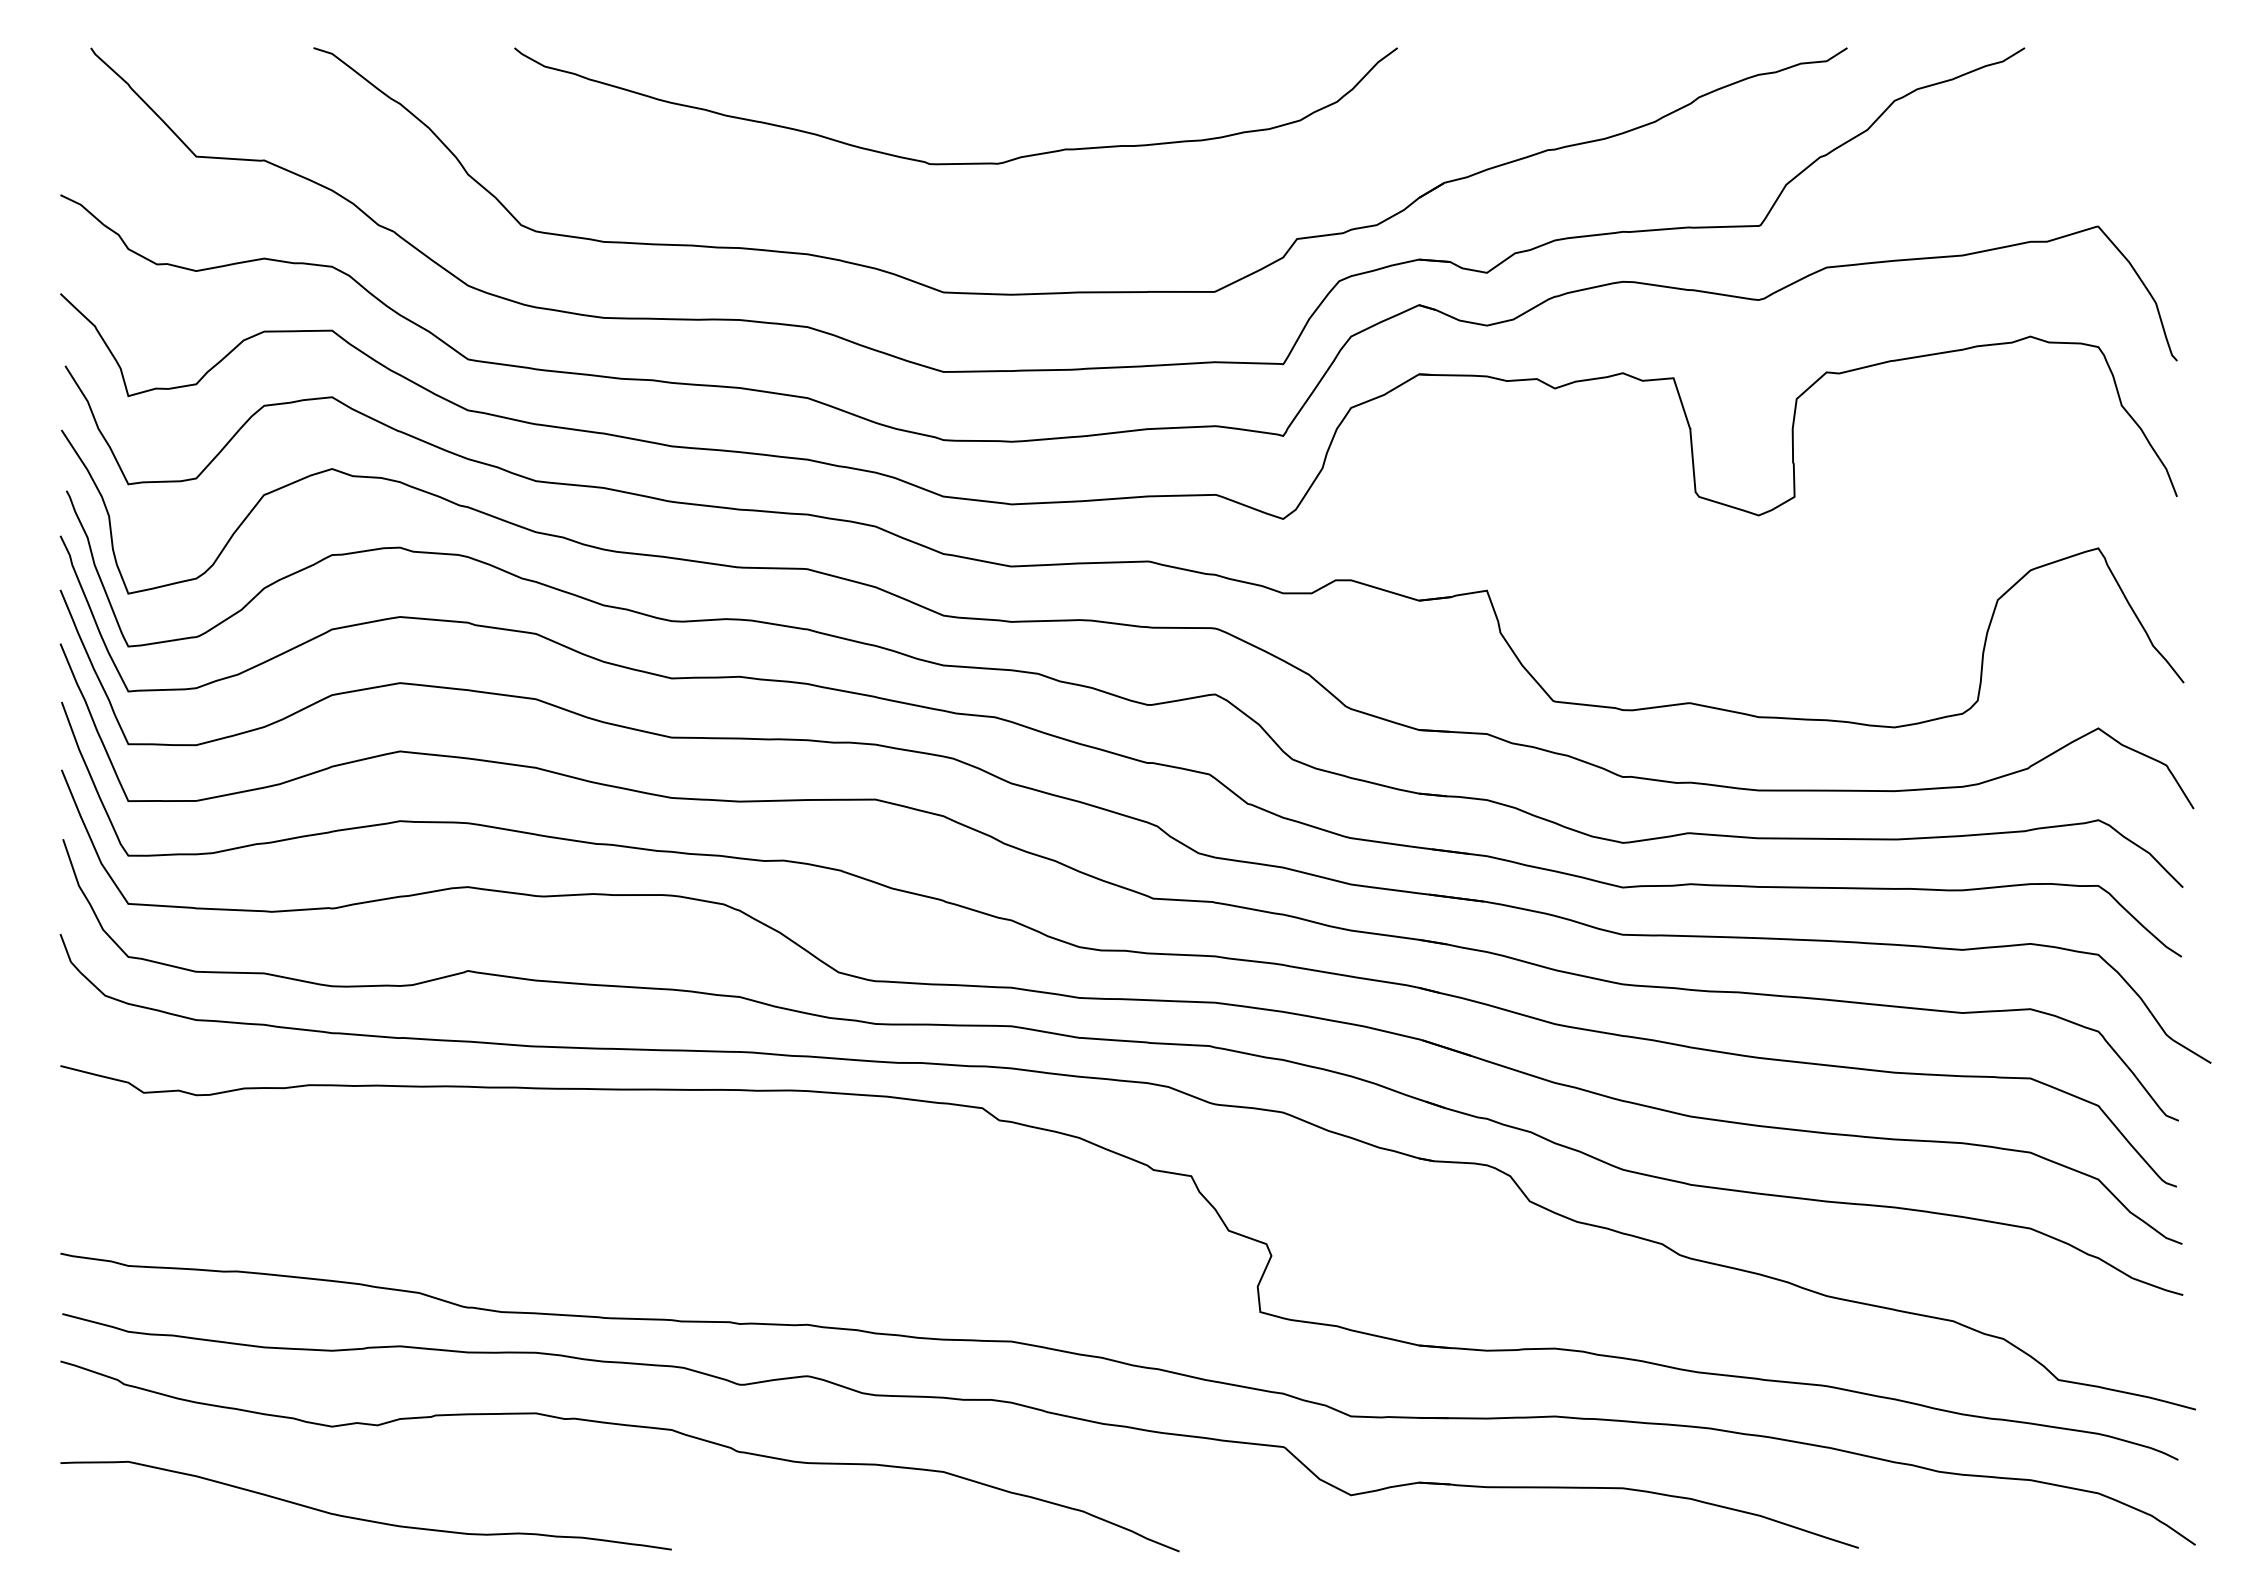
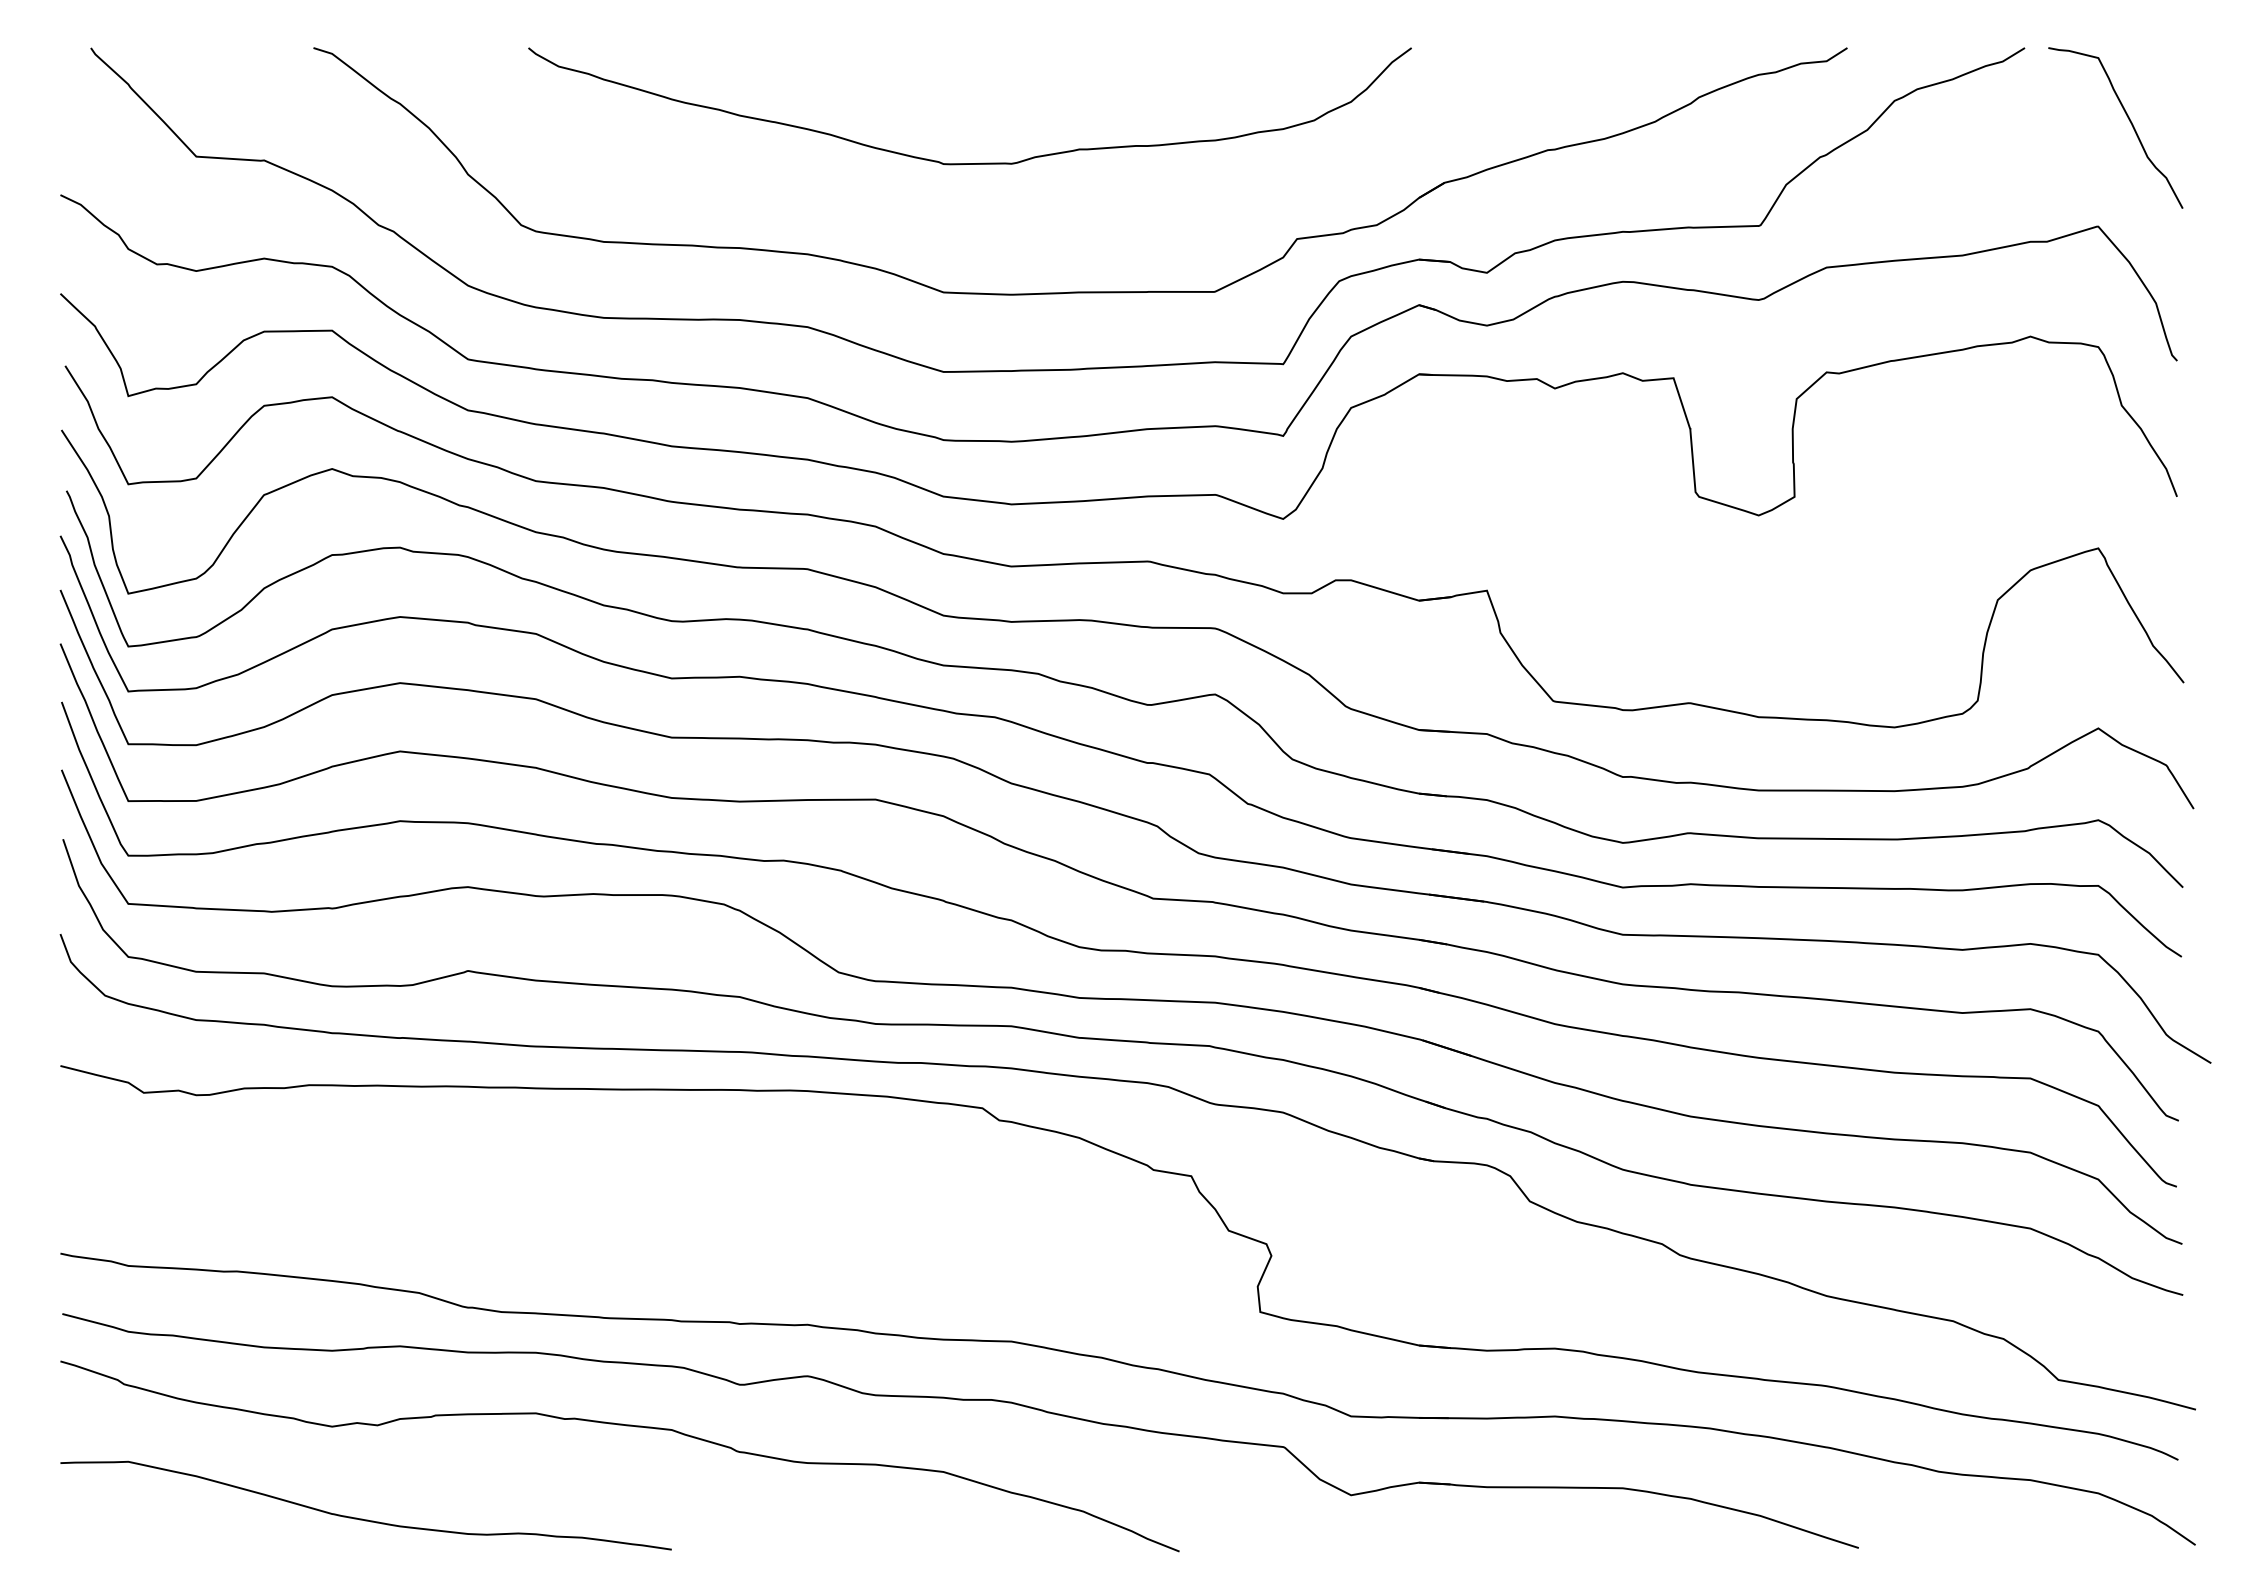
curve at (2129, 121): none -> present
curve at (955, 163) position: (955, 163) -> (969, 163)
